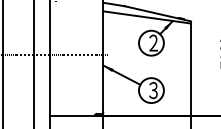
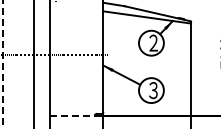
line at (3, 64): solid -> dashed
line at (73, 115): solid -> dashed
